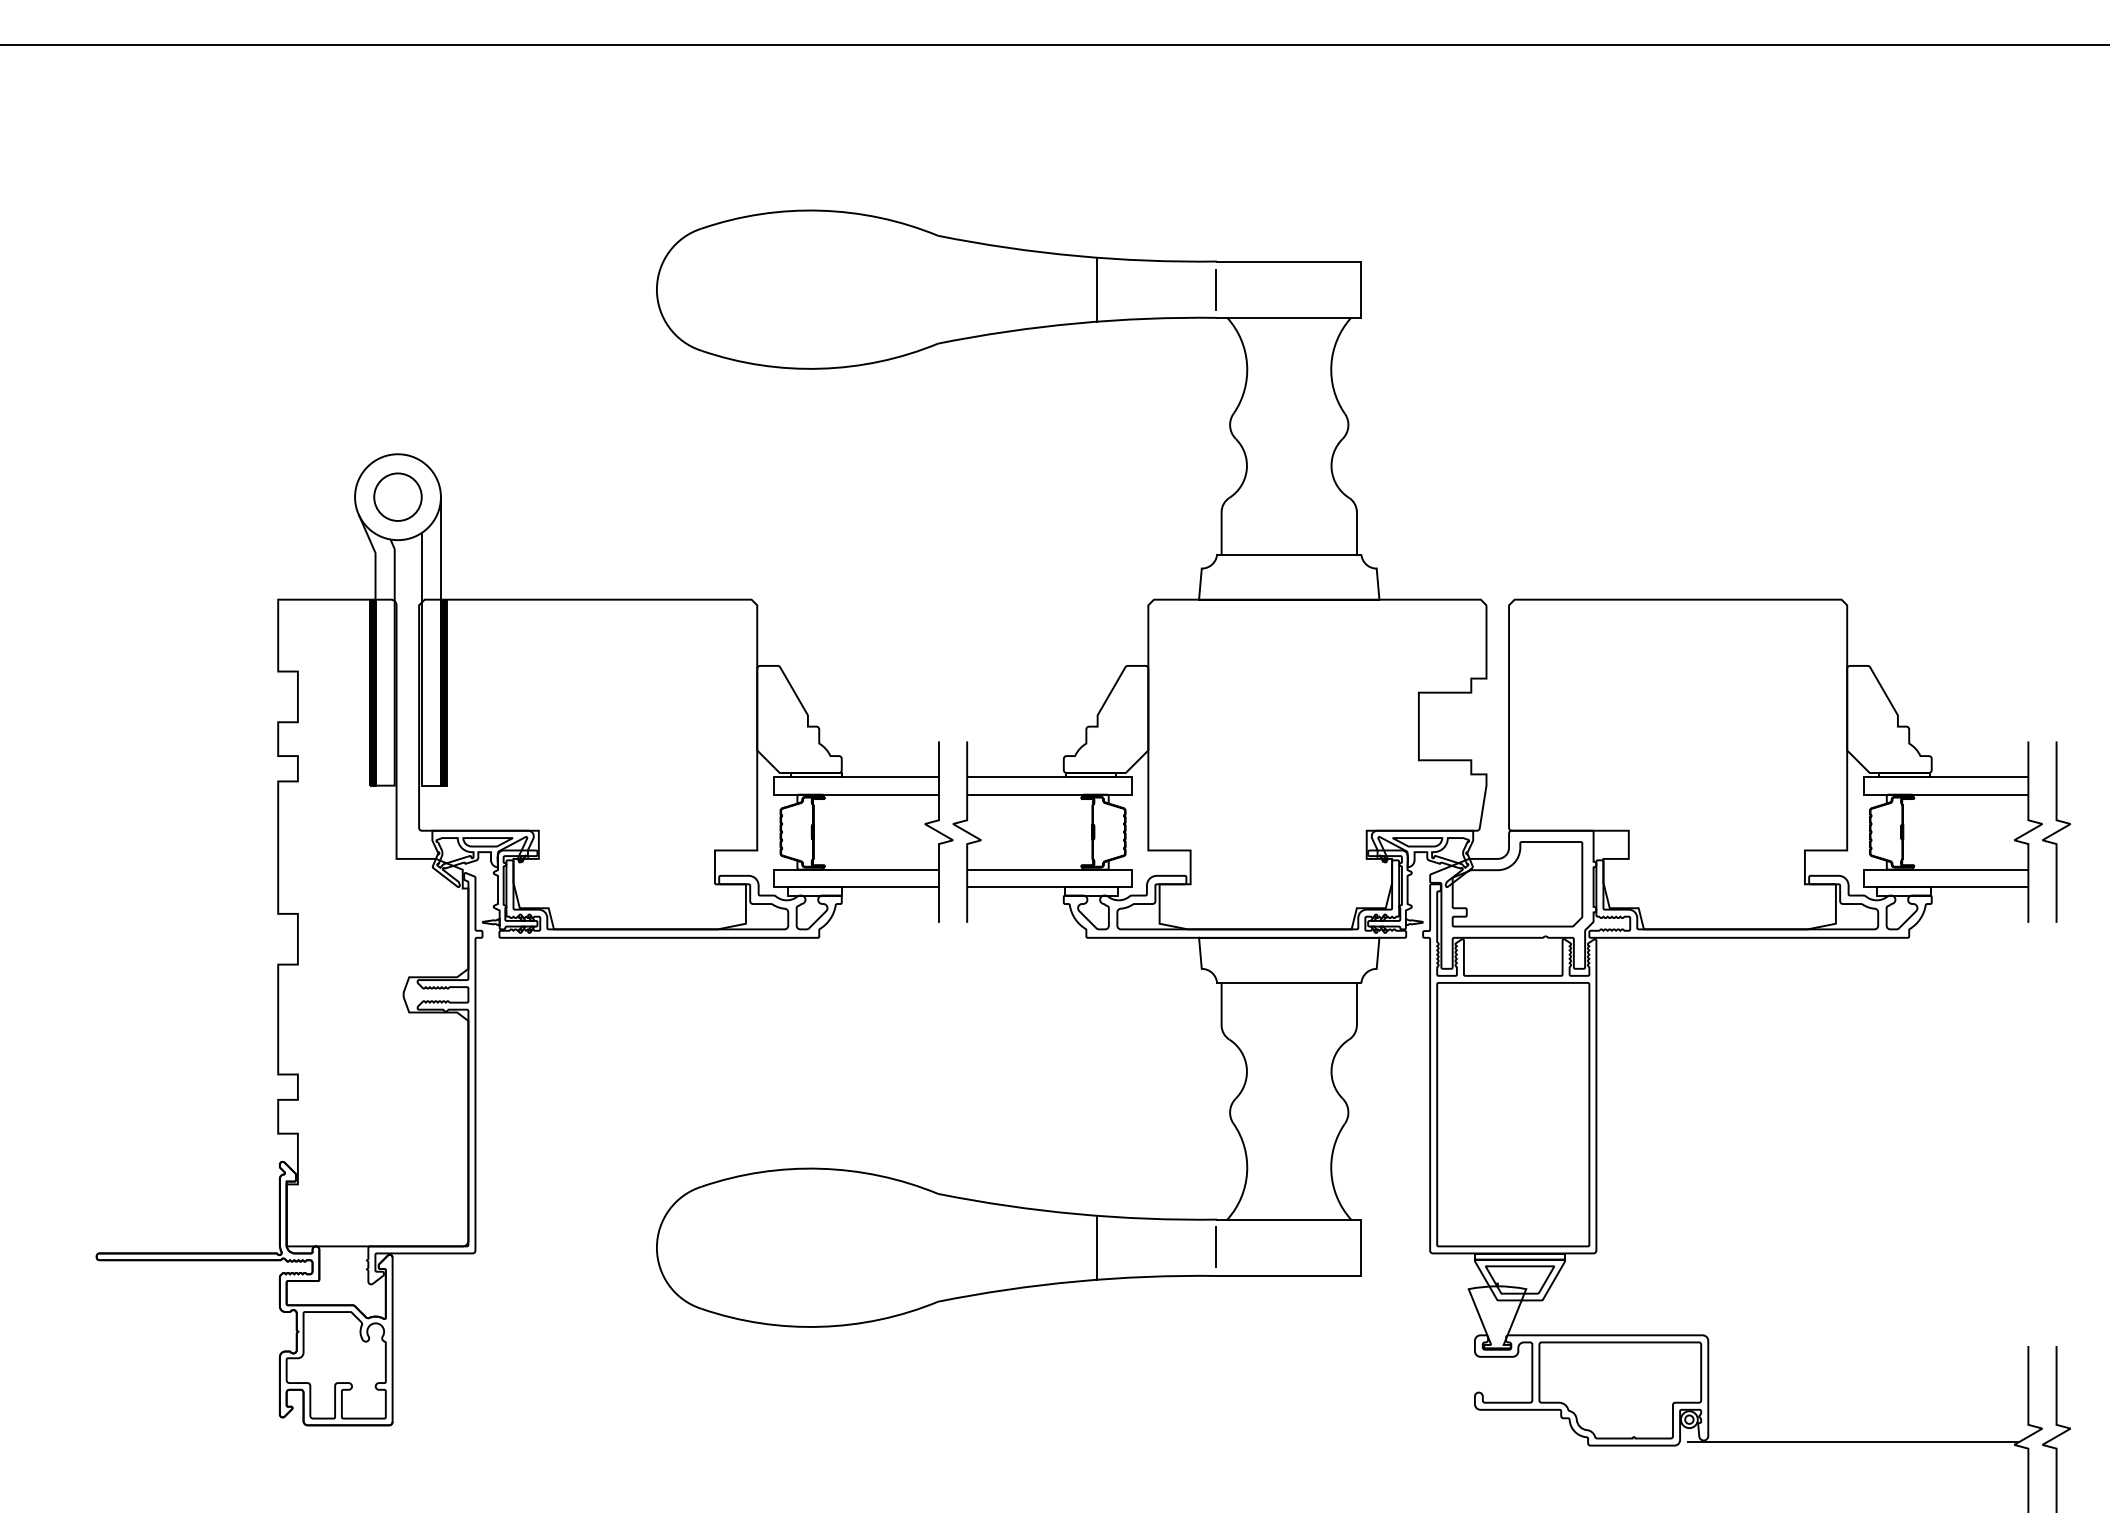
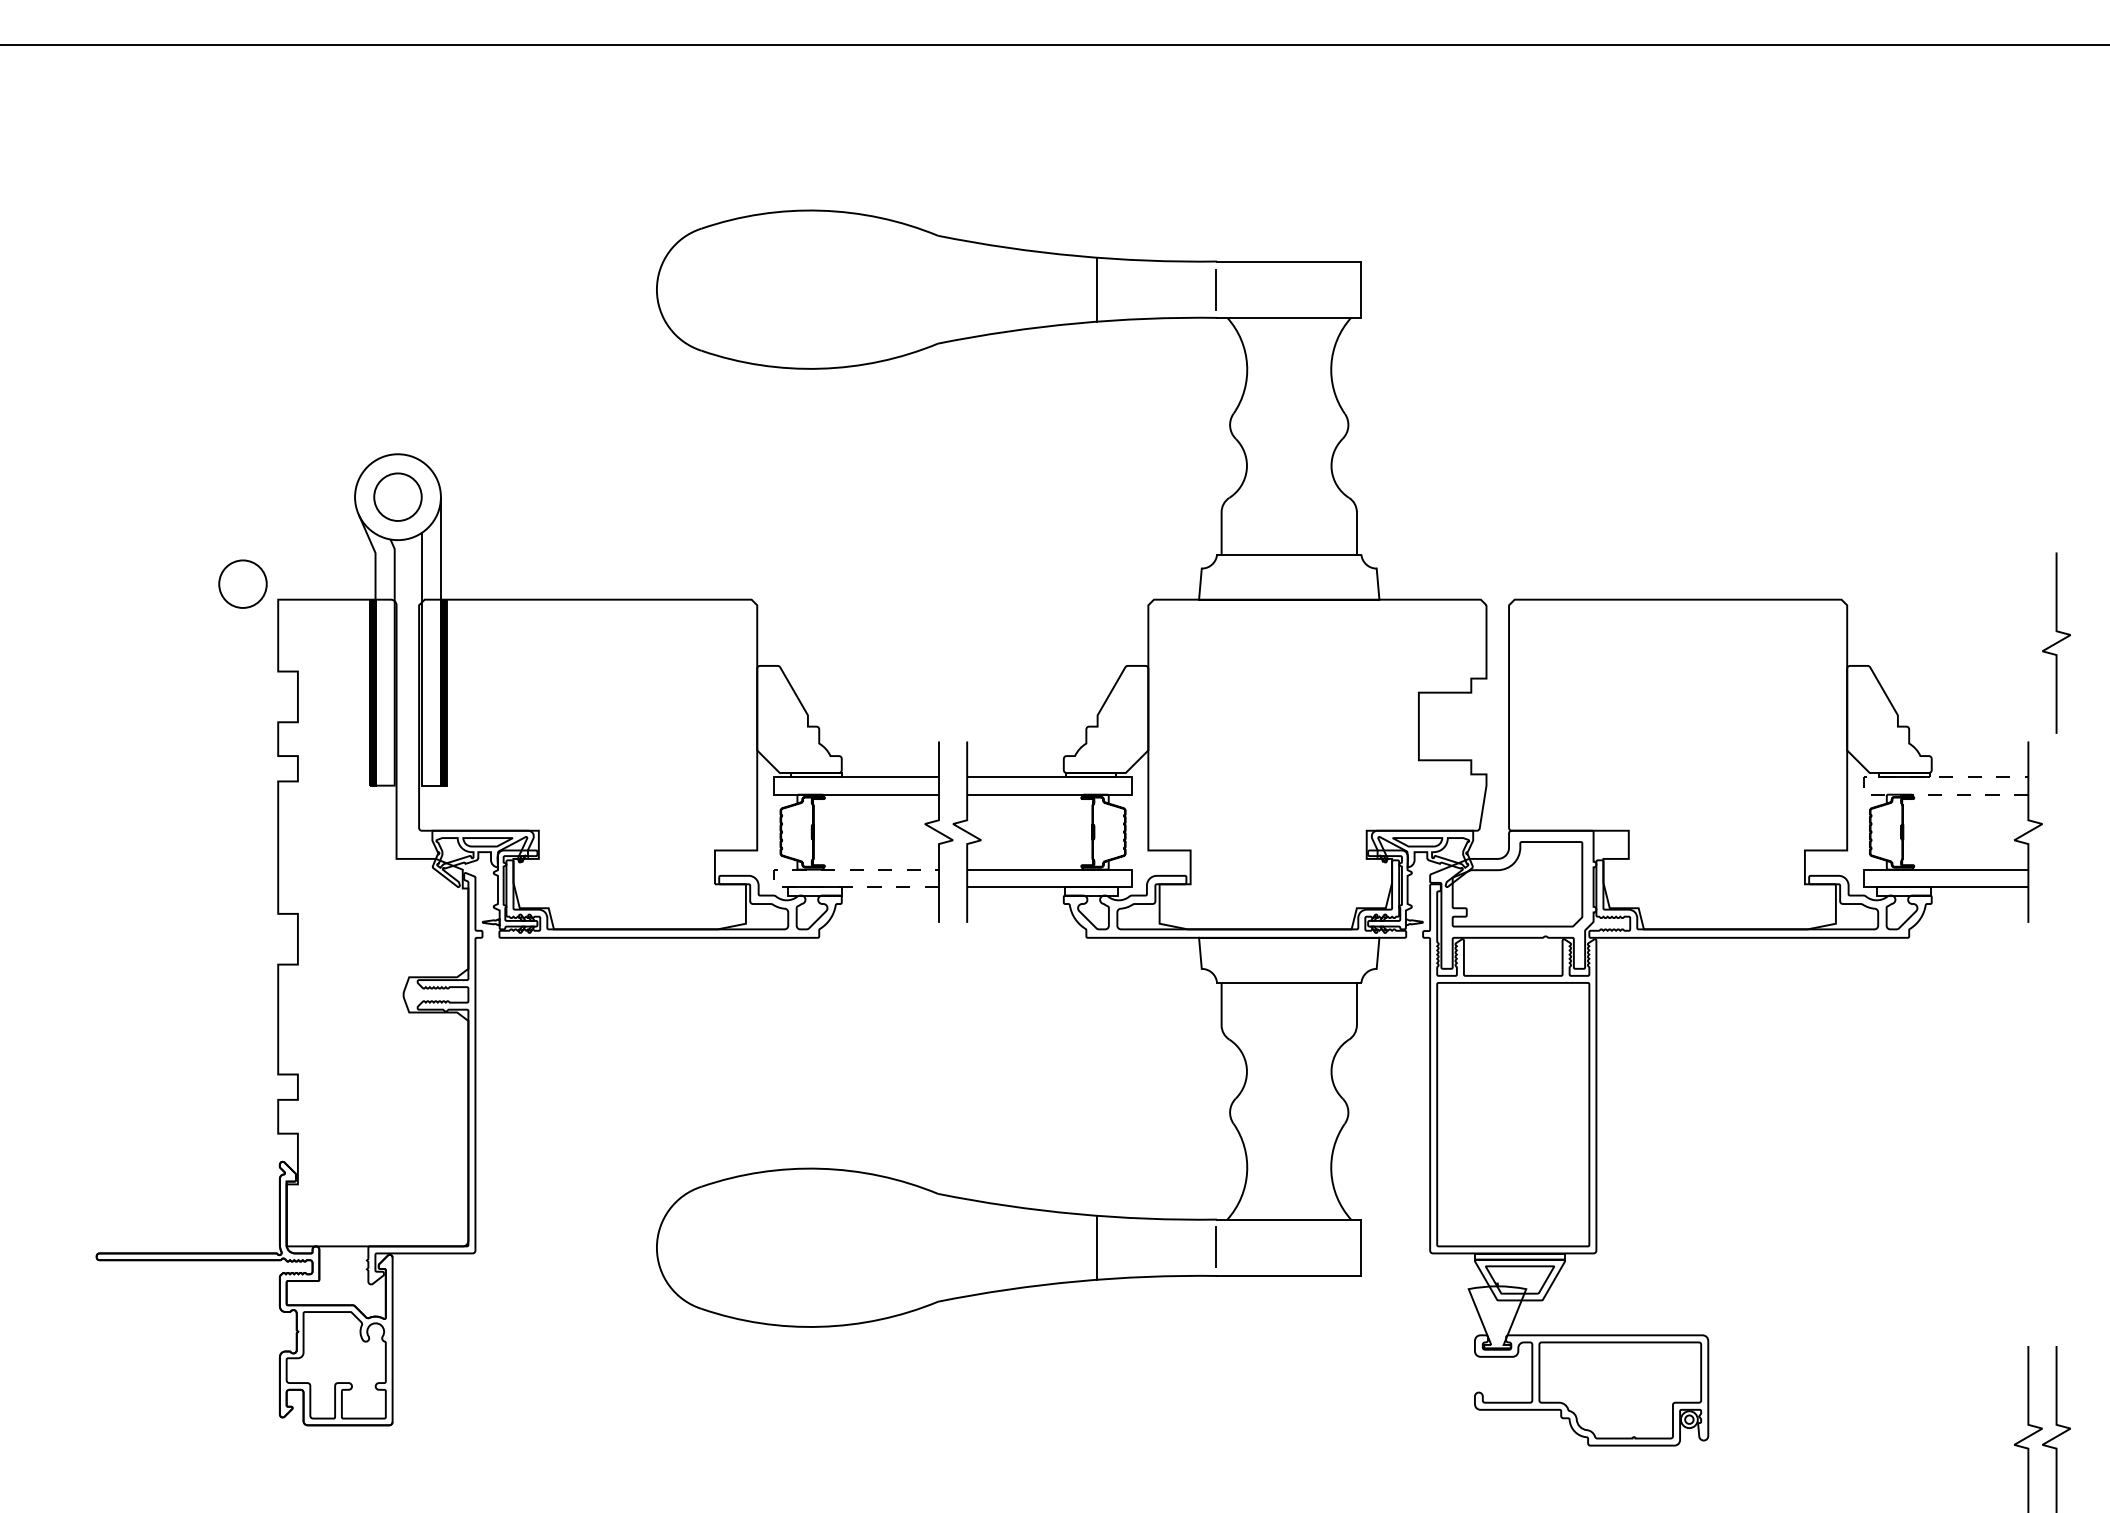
circle at (242, 583): none -> present
line at (1863, 785): solid -> dashed
curve at (2056, 831) position: (2056, 831) -> (2056, 642)
line at (774, 878): solid -> dashed
line at (1852, 1441): present -> none
